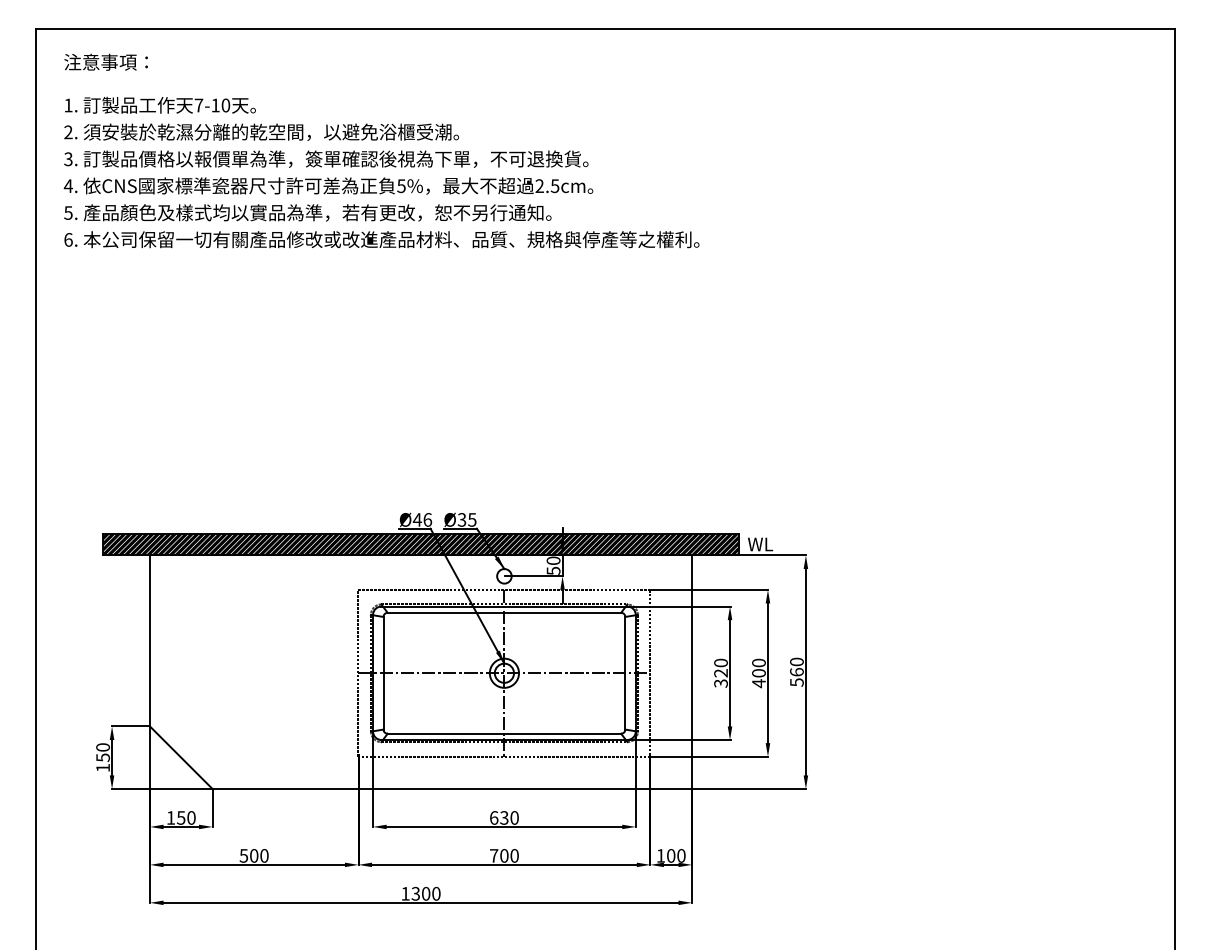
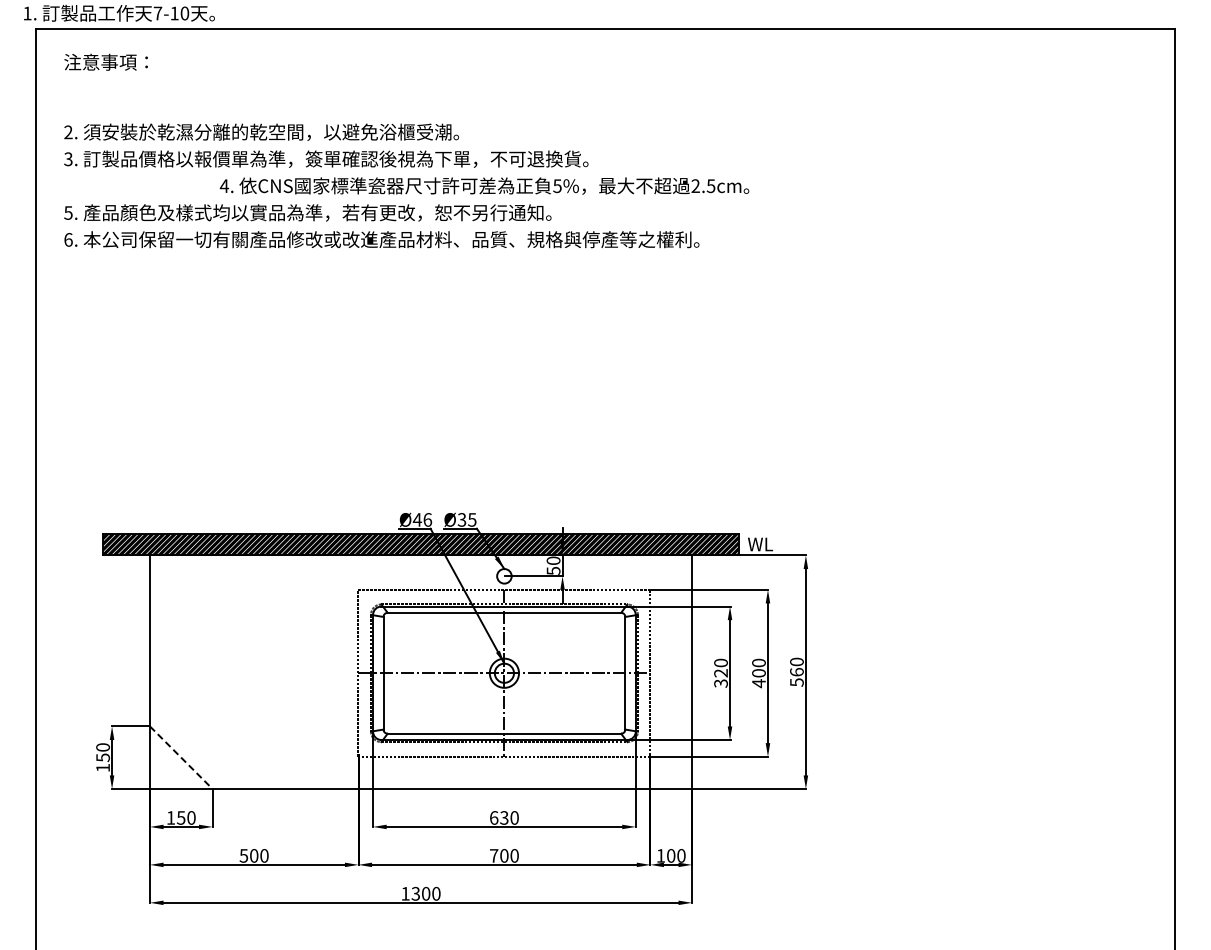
text at (160, 104) position: (160, 104) -> (119, 12)
text at (328, 185) position: (328, 185) -> (484, 185)
line at (181, 758): solid -> dashed
